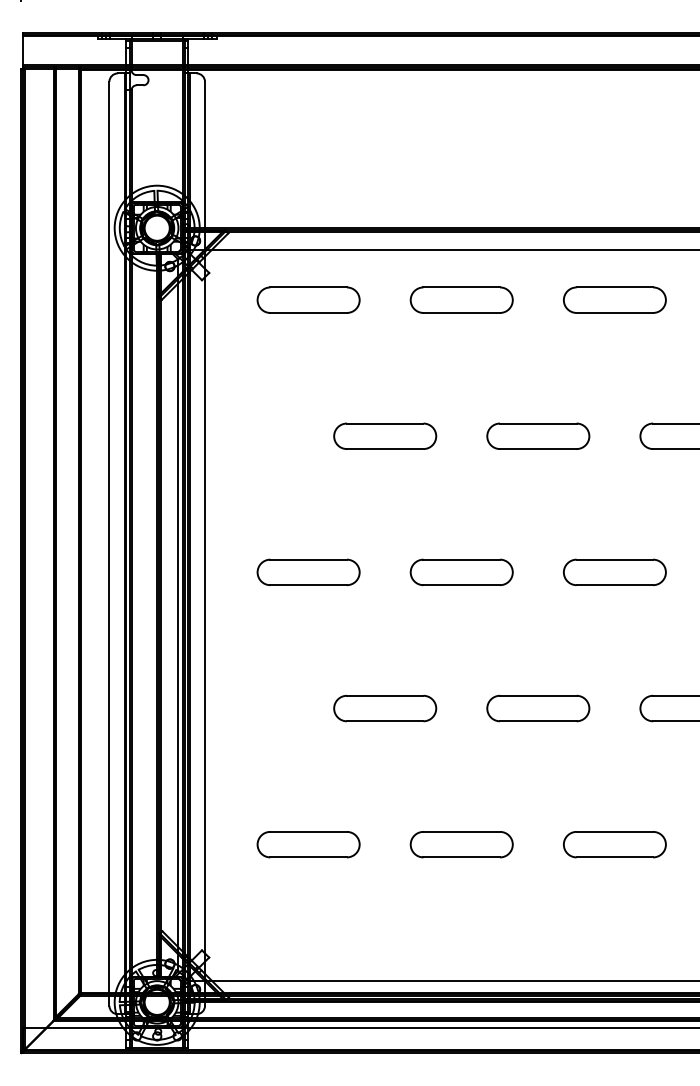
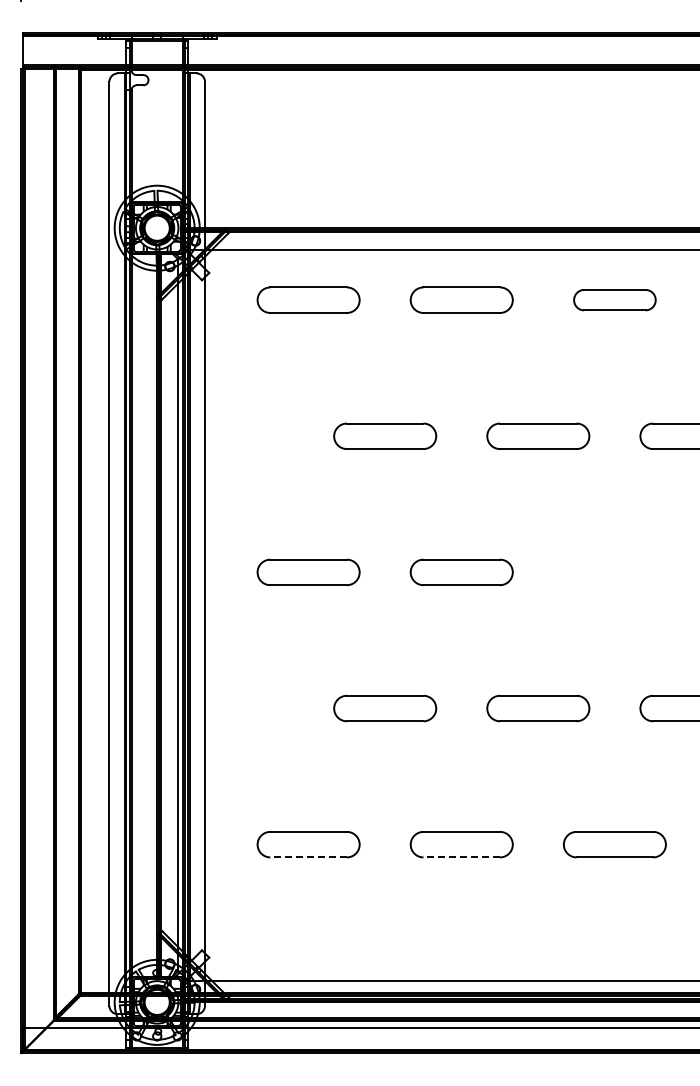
part at (614, 299) size: 104x28 px -> 84x23 px
part at (614, 571): present -> none
line at (308, 857): solid -> dashed
line at (461, 857): solid -> dashed
